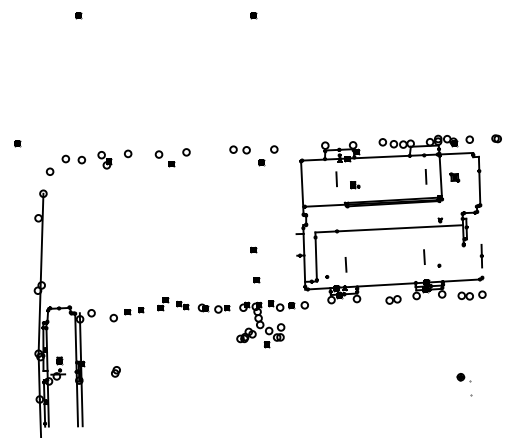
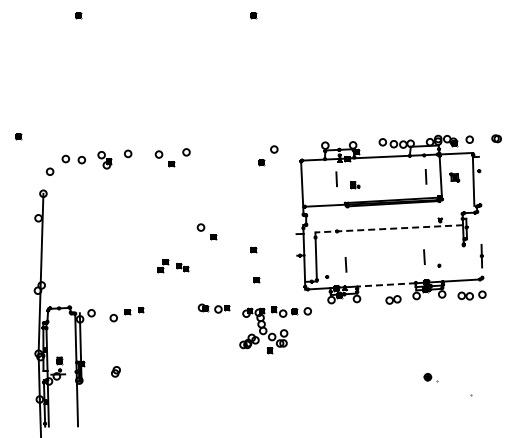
part at (17, 143) position: (17, 143) -> (18, 136)
part at (239, 149): present -> none
line at (479, 180) position: (479, 180) -> (473, 180)
line at (389, 228): solid -> dashed
part at (206, 231): none -> present
line at (386, 284): solid -> dashed
part at (173, 304) position: (173, 304) -> (173, 266)
part at (272, 324) position: (272, 324) -> (275, 330)
part at (463, 377) position: (463, 377) -> (430, 377)
line at (81, 403): present -> none
